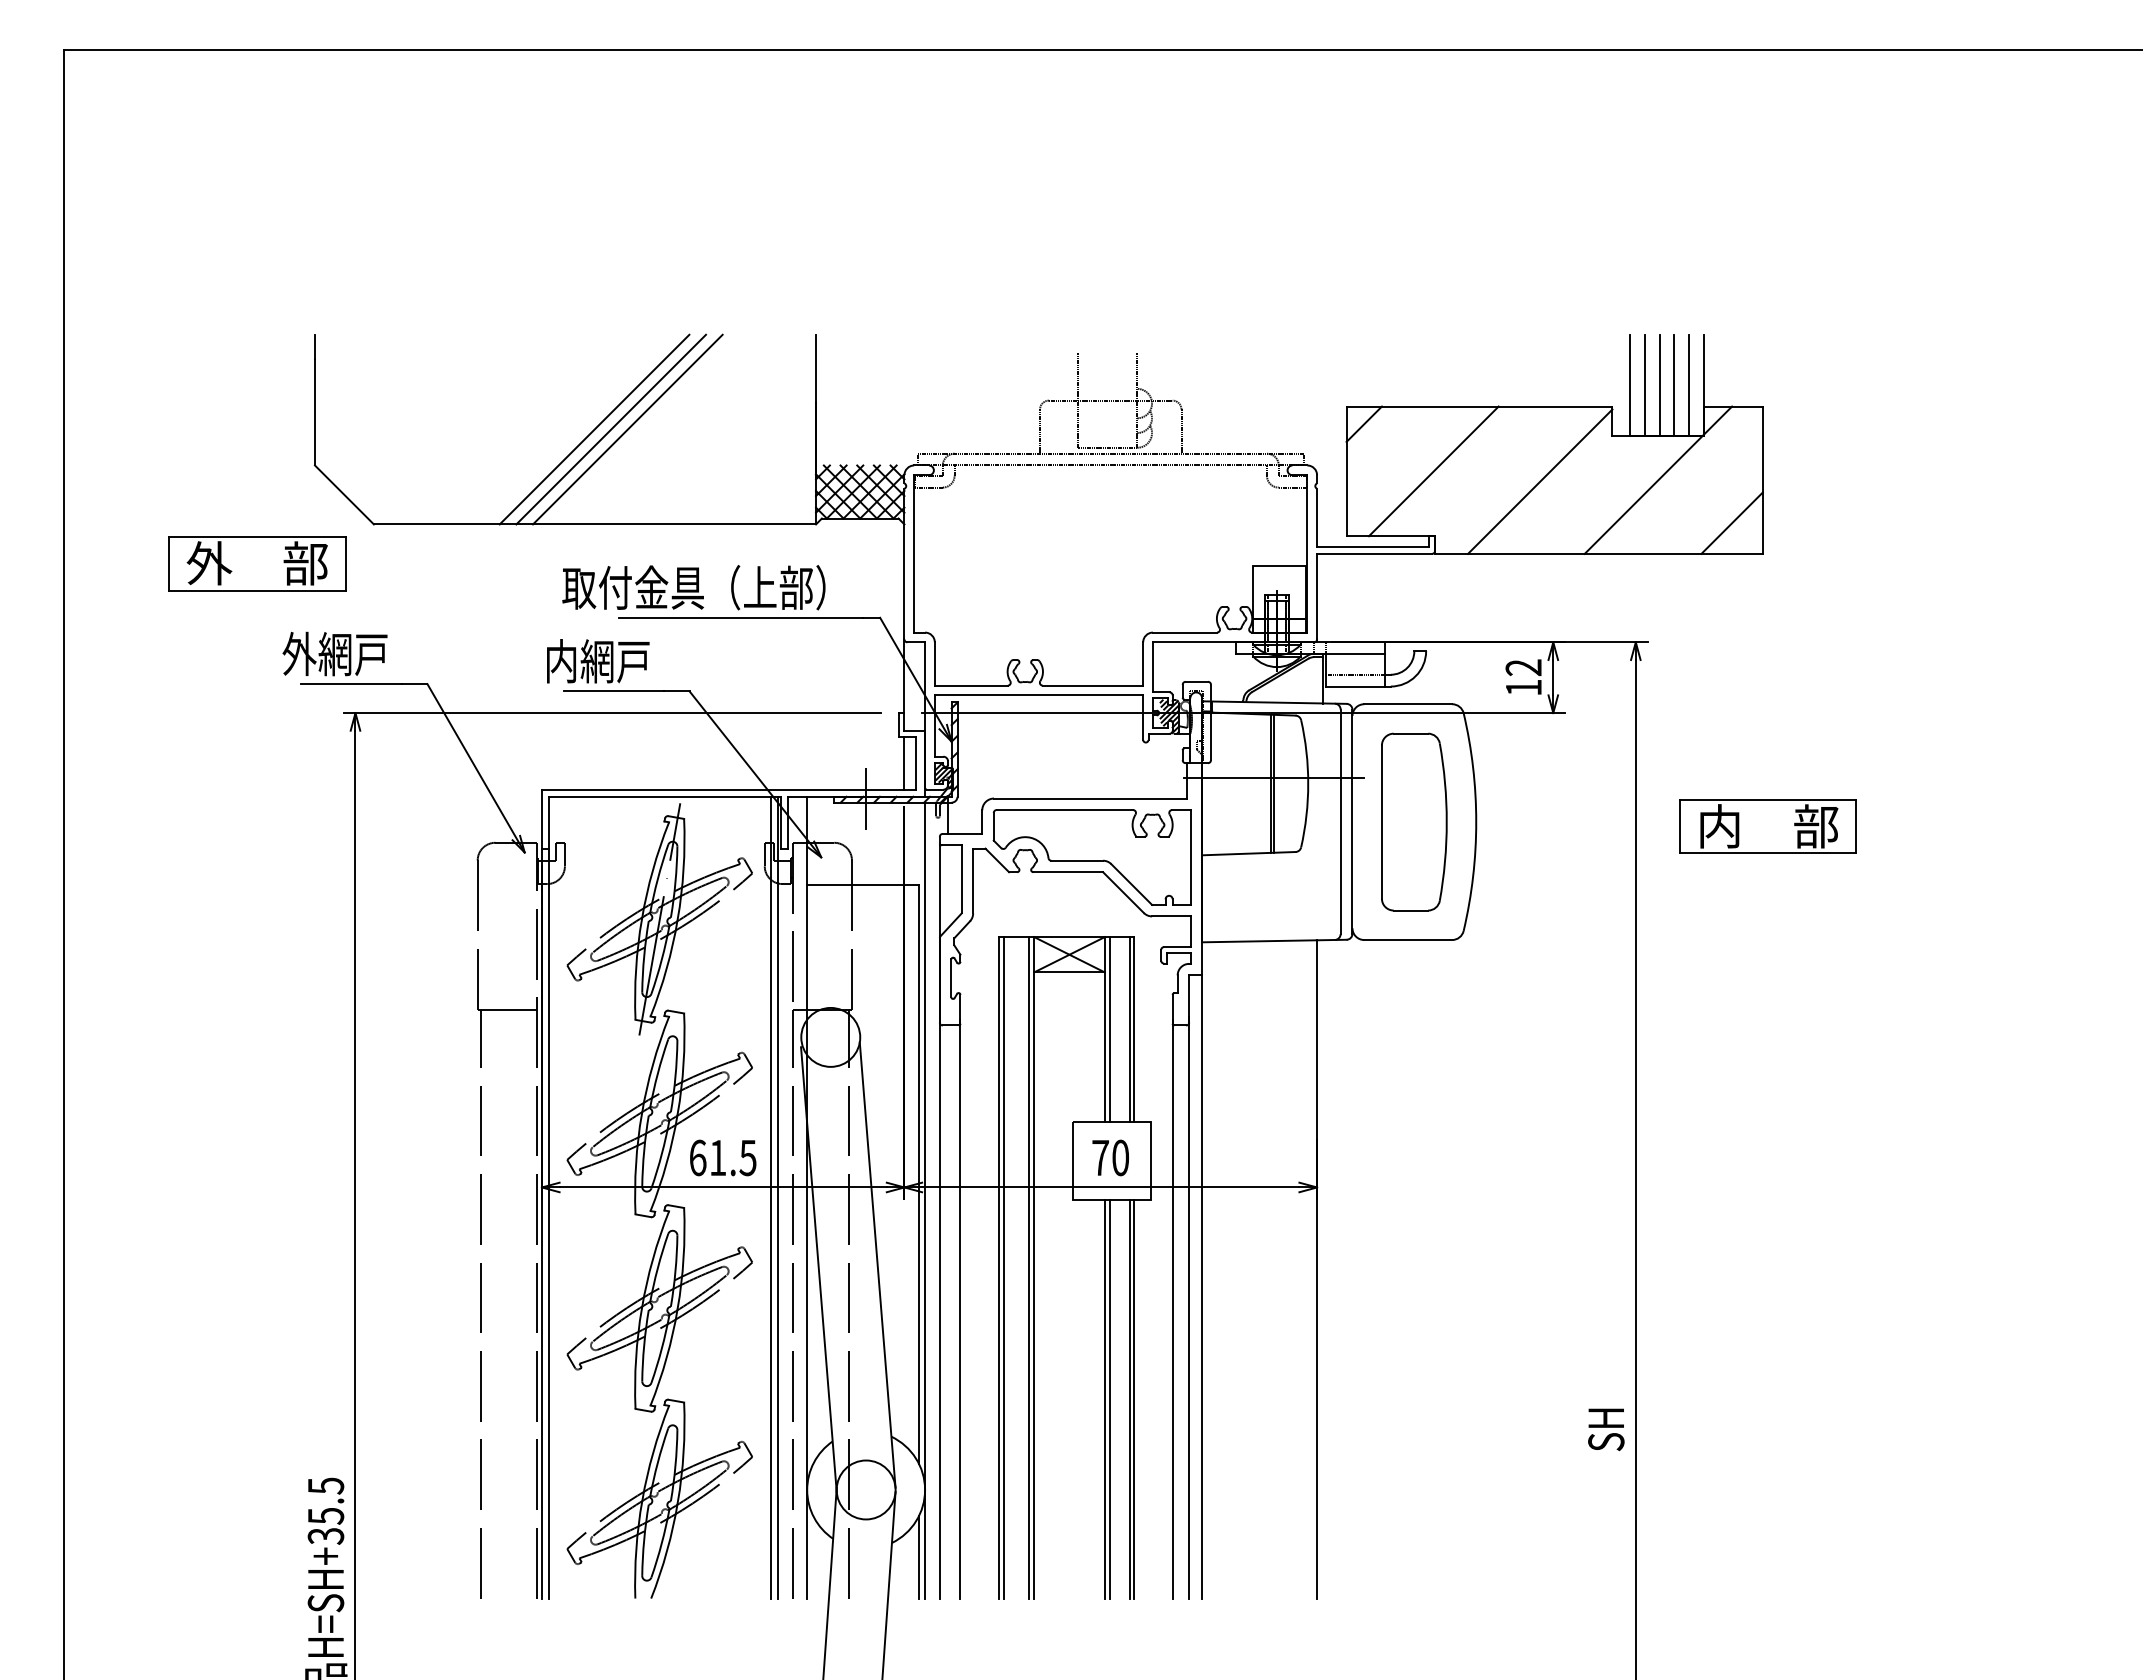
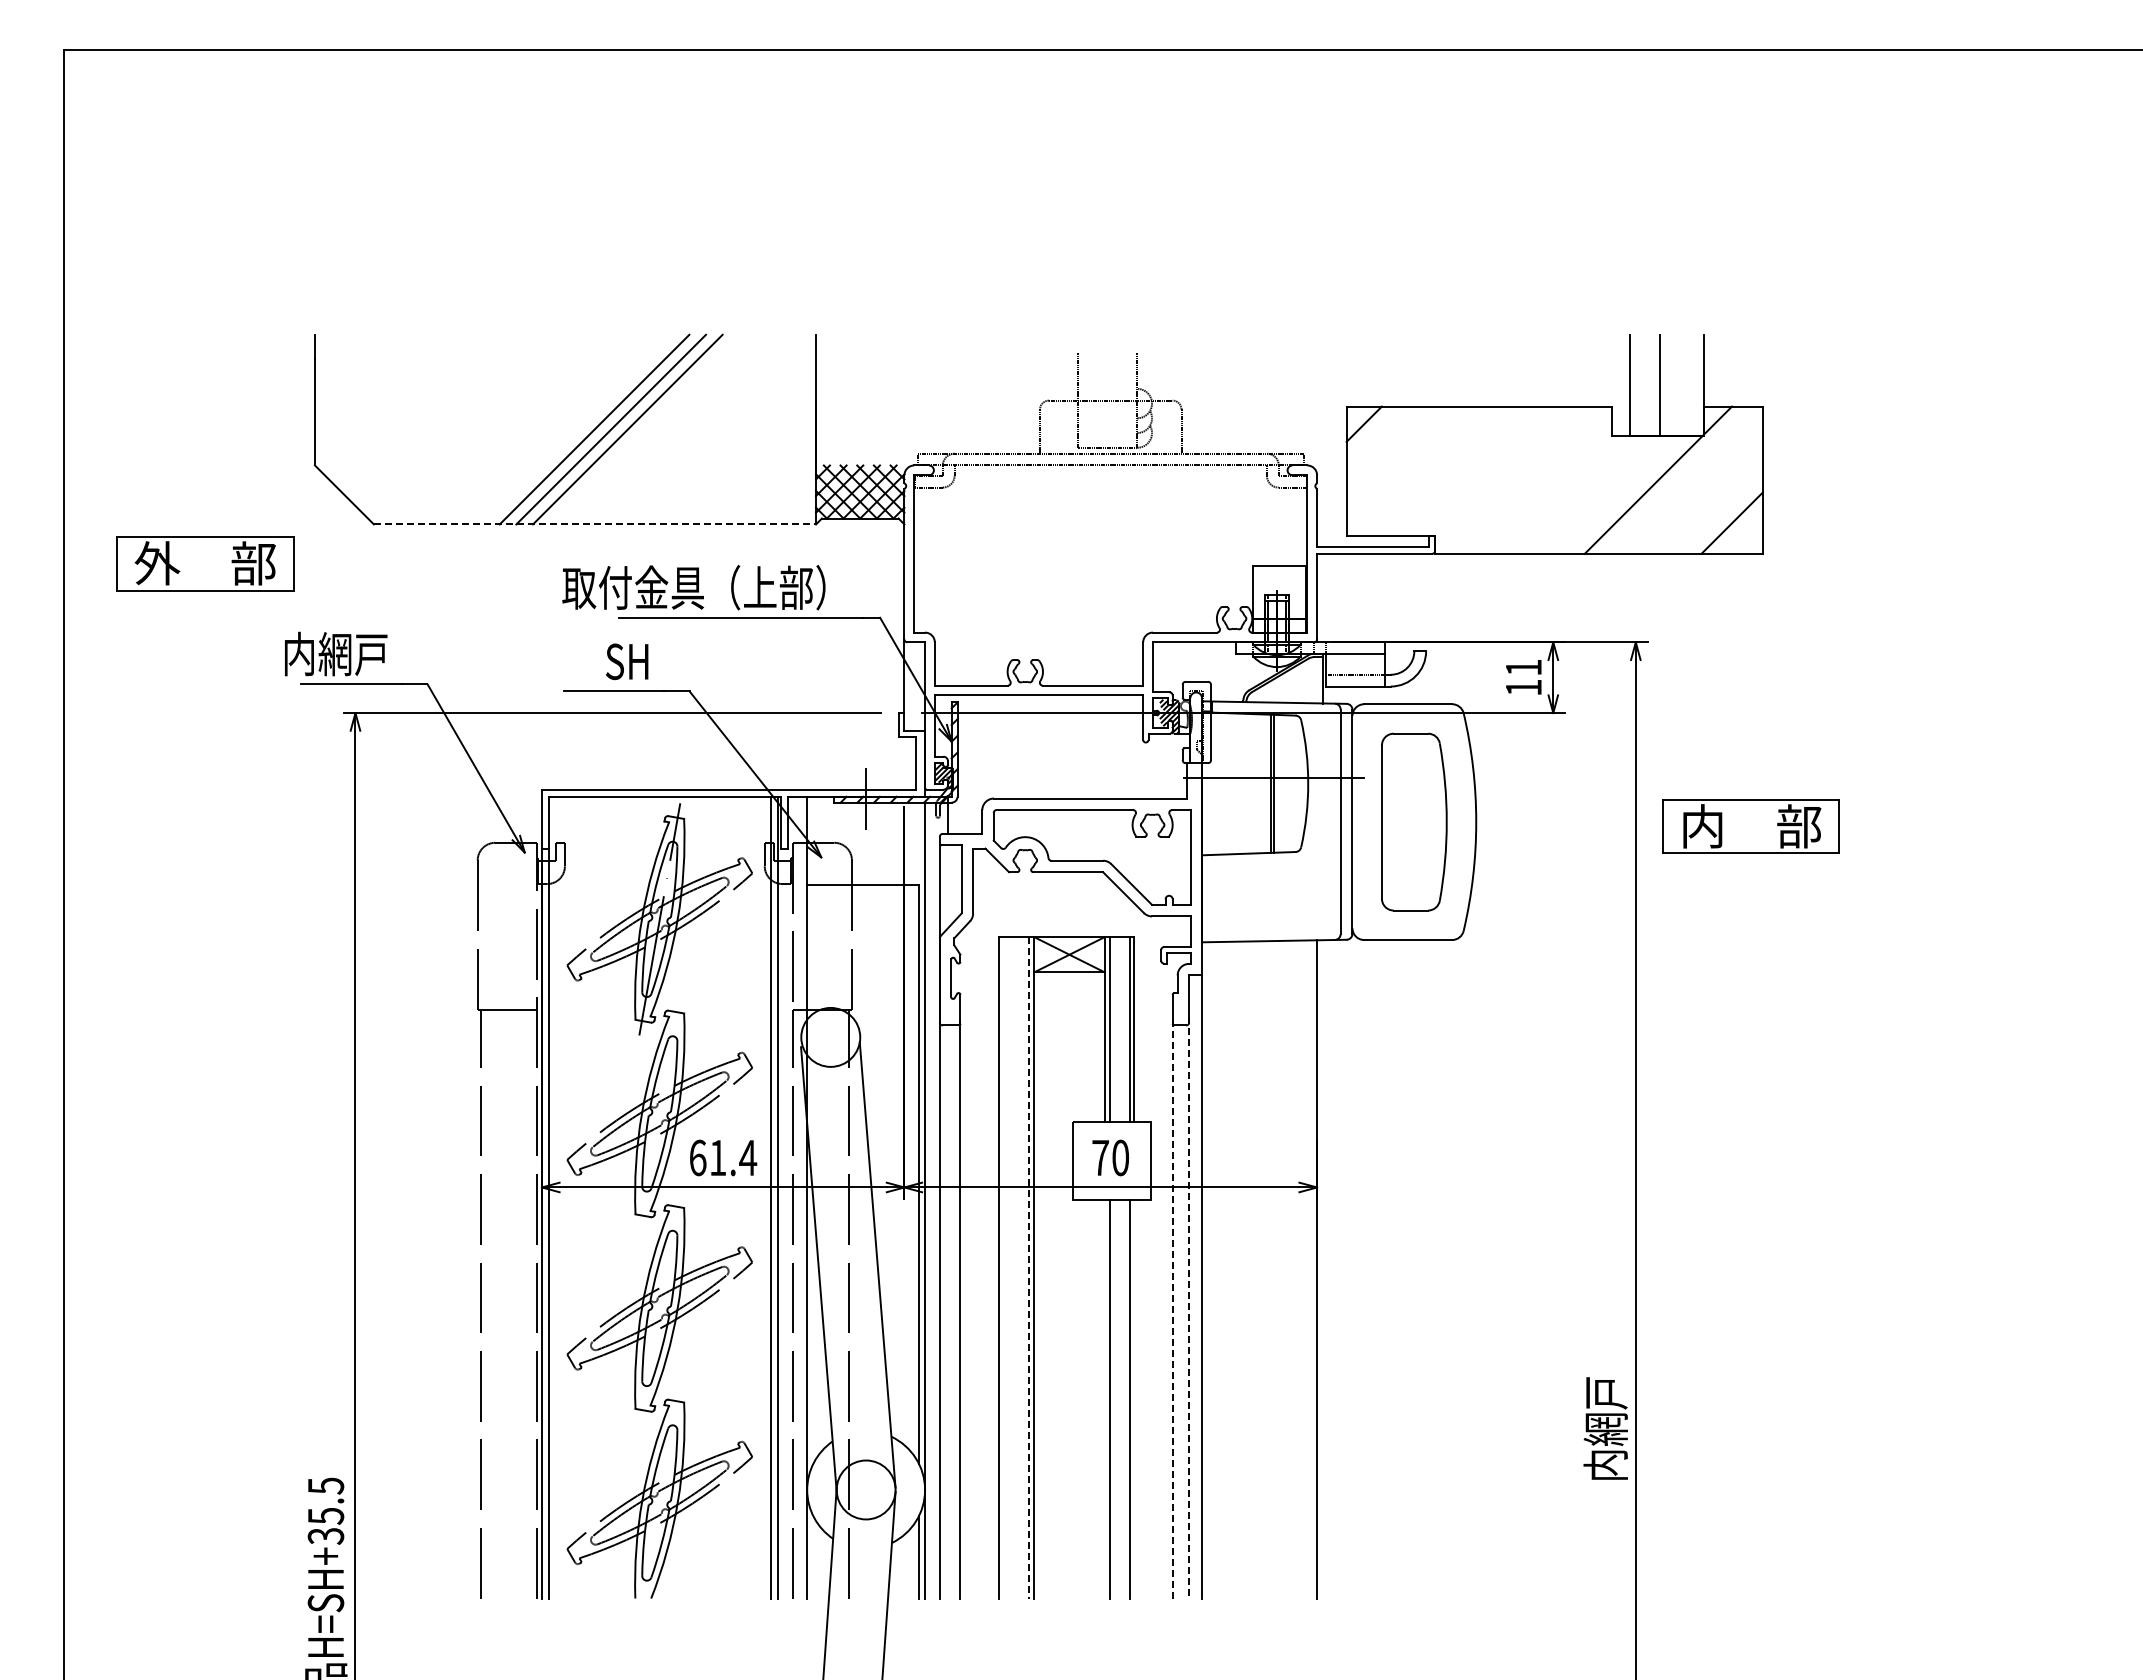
line at (1644, 385): present -> none
line at (1674, 385): present -> none
line at (1689, 385): present -> none
line at (1433, 471): present -> none
line at (1540, 481): present -> none
line at (595, 524): solid -> dashed
part at (257, 563) position: (257, 563) -> (205, 563)
text at (299, 653): 外網戸 -> 内網戸
text at (598, 661): 内網戸 -> SH
text at (1523, 667): 12 -> 11
line at (904, 762): present -> none
part at (1767, 826) position: (1767, 826) -> (1750, 826)
text at (748, 1158): 61.5 -> 61.4
line at (1003, 1267): present -> none
line at (1029, 1267): solid -> dashed
line at (1189, 1307): solid -> dashed
line at (1172, 1309): solid -> dashed
line at (1104, 1398): present -> none
line at (1134, 1398): present -> none
text at (1605, 1428): SH -> 内網戸
